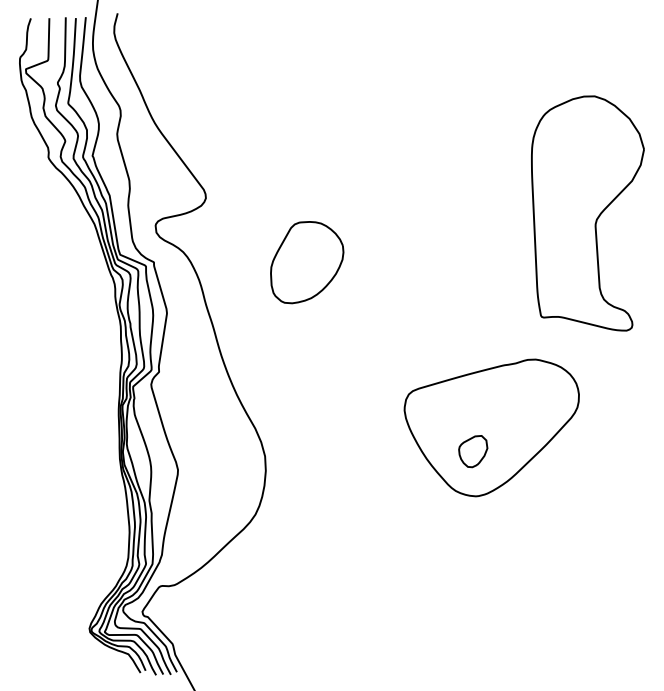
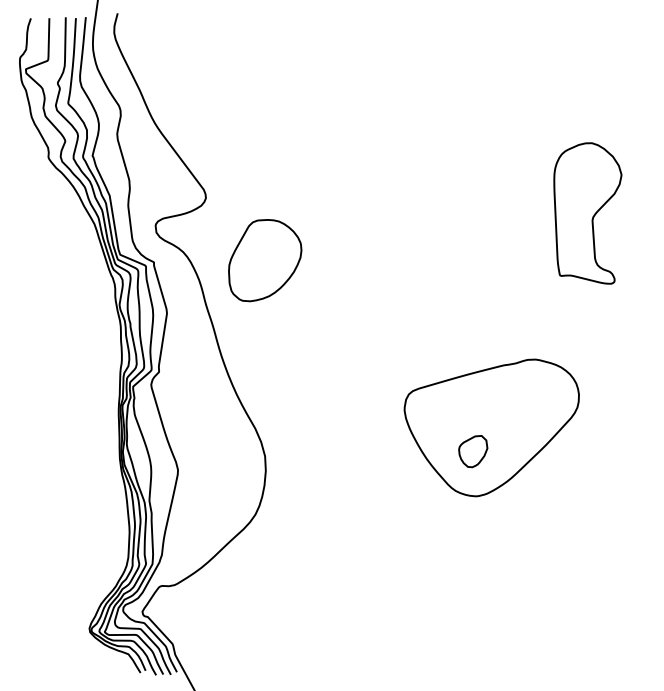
part at (587, 213) size: 114x237 px -> 70x143 px
part at (307, 262) position: (307, 262) -> (265, 260)
